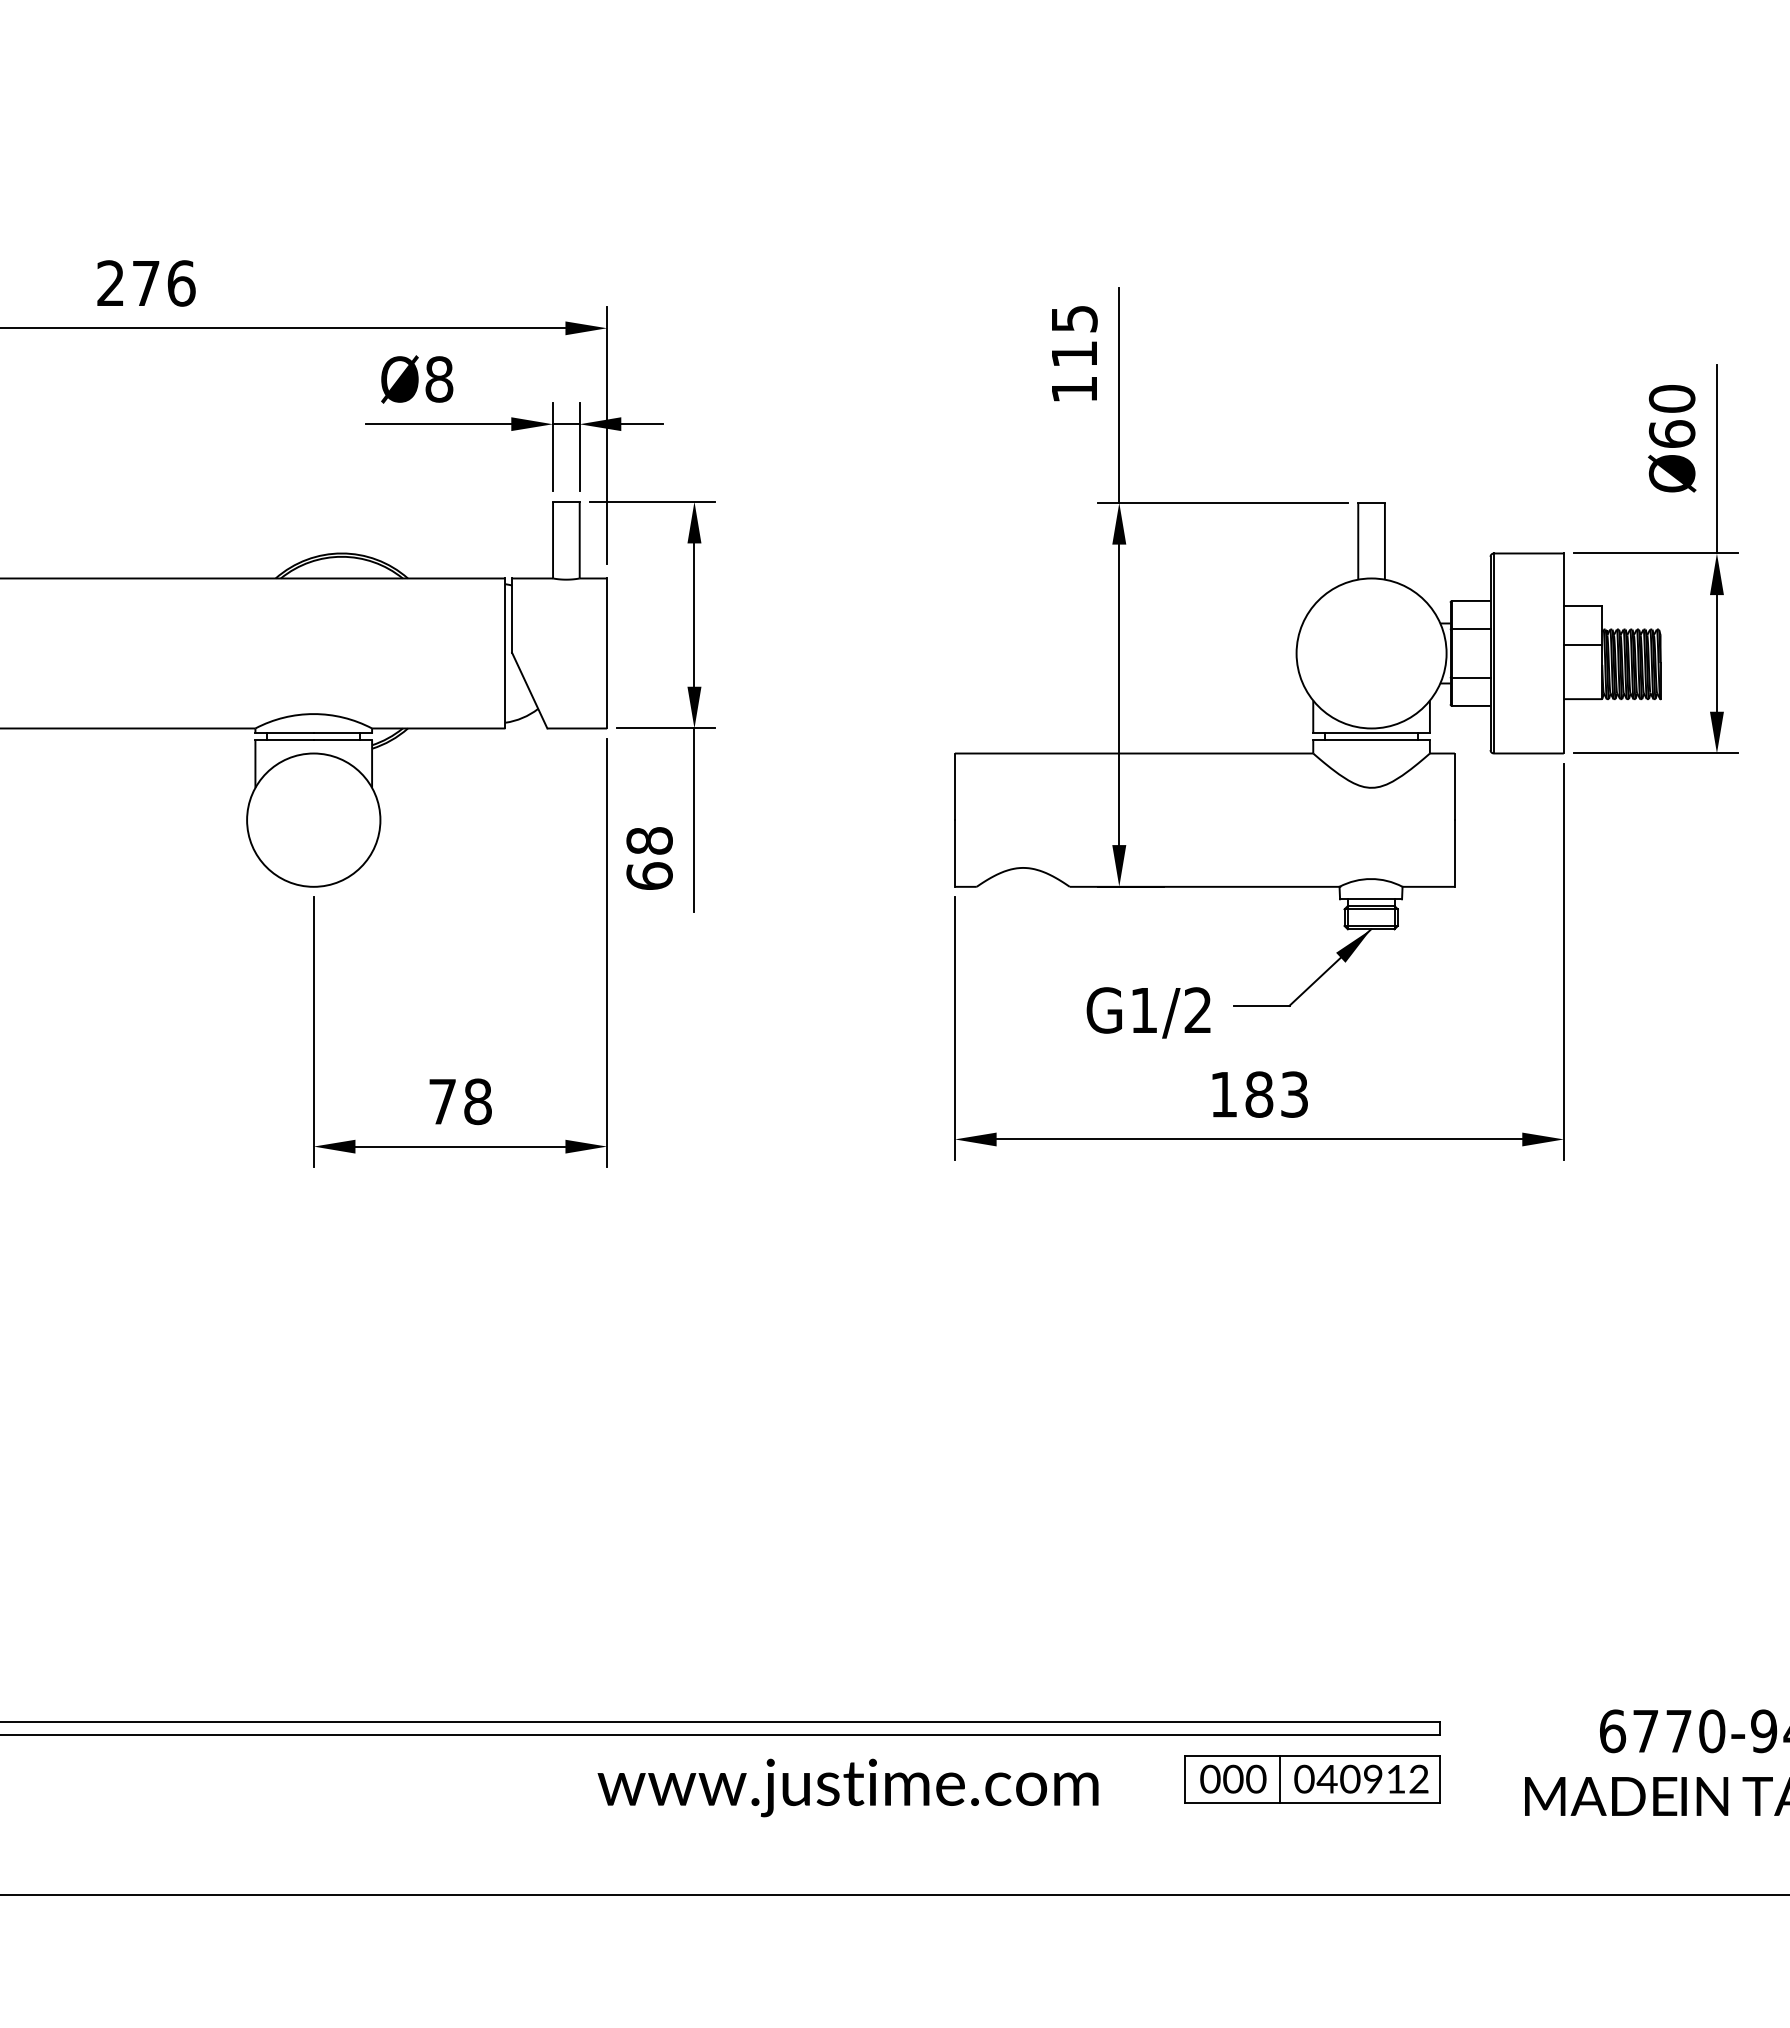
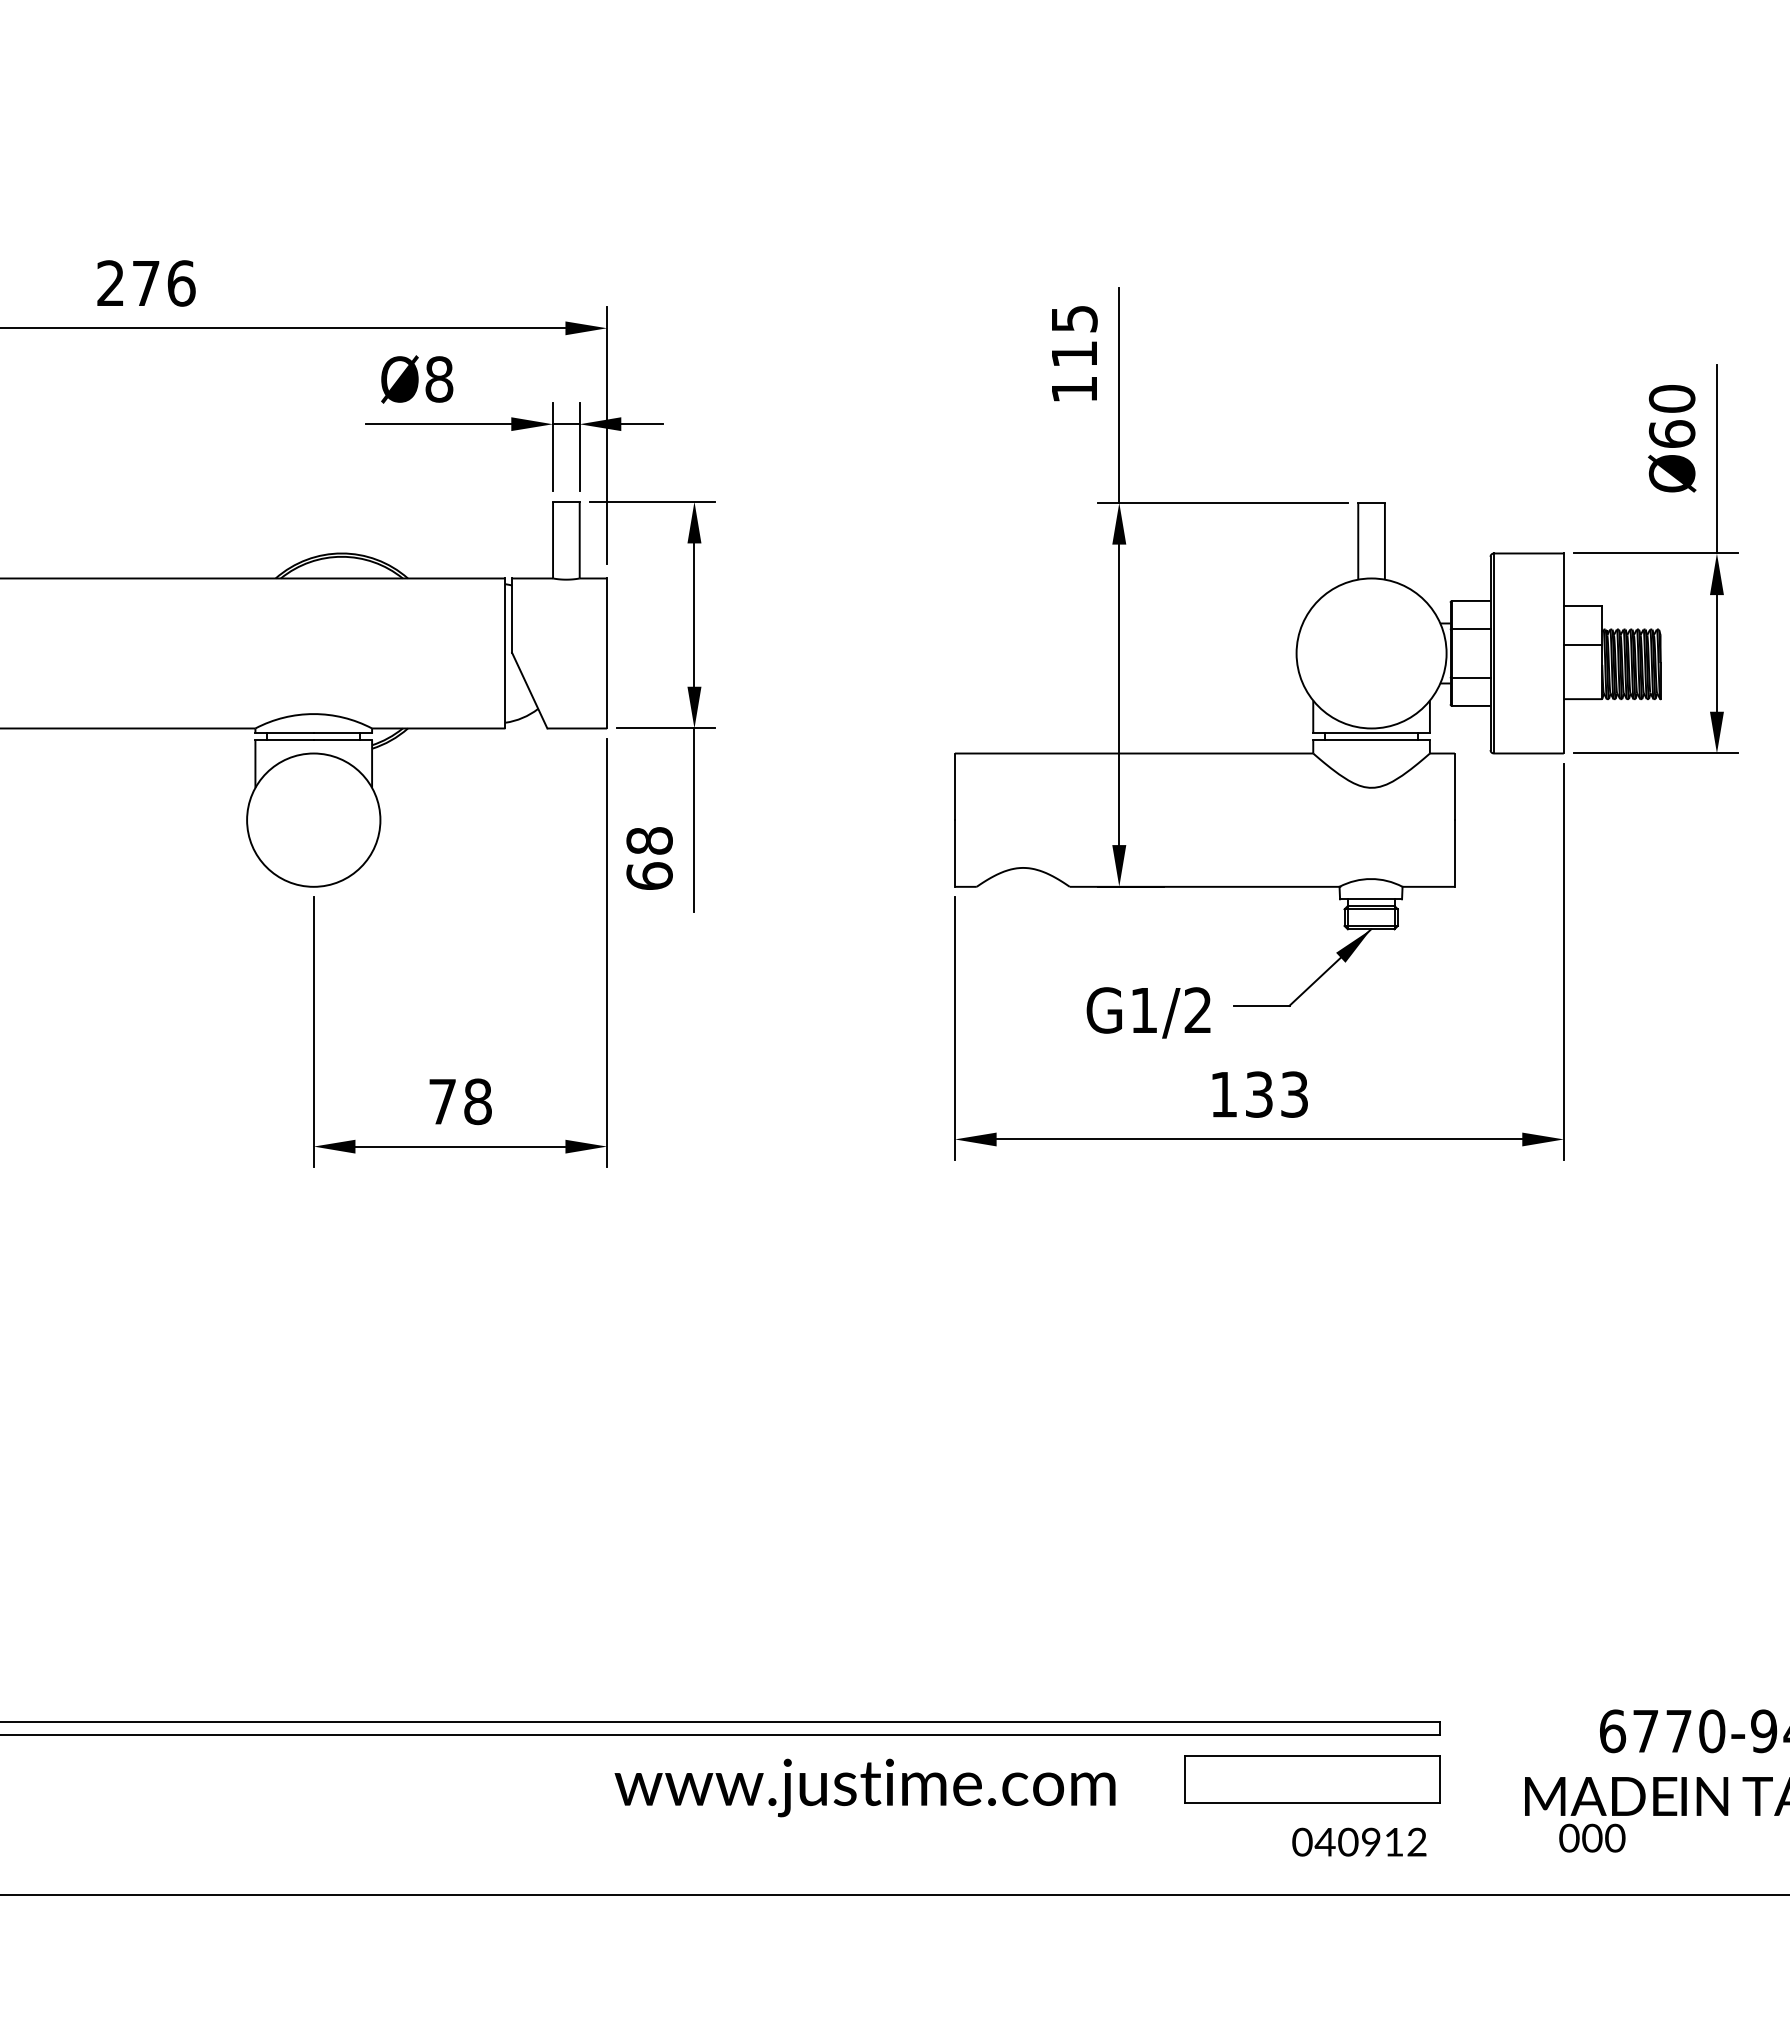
text at (1259, 1094): 183 -> 133
text at (1233, 1778) position: (1233, 1778) -> (1592, 1837)
line at (1279, 1778): present -> none
text at (1361, 1778) position: (1361, 1778) -> (1359, 1841)
text at (847, 1787) position: (847, 1787) -> (864, 1787)
